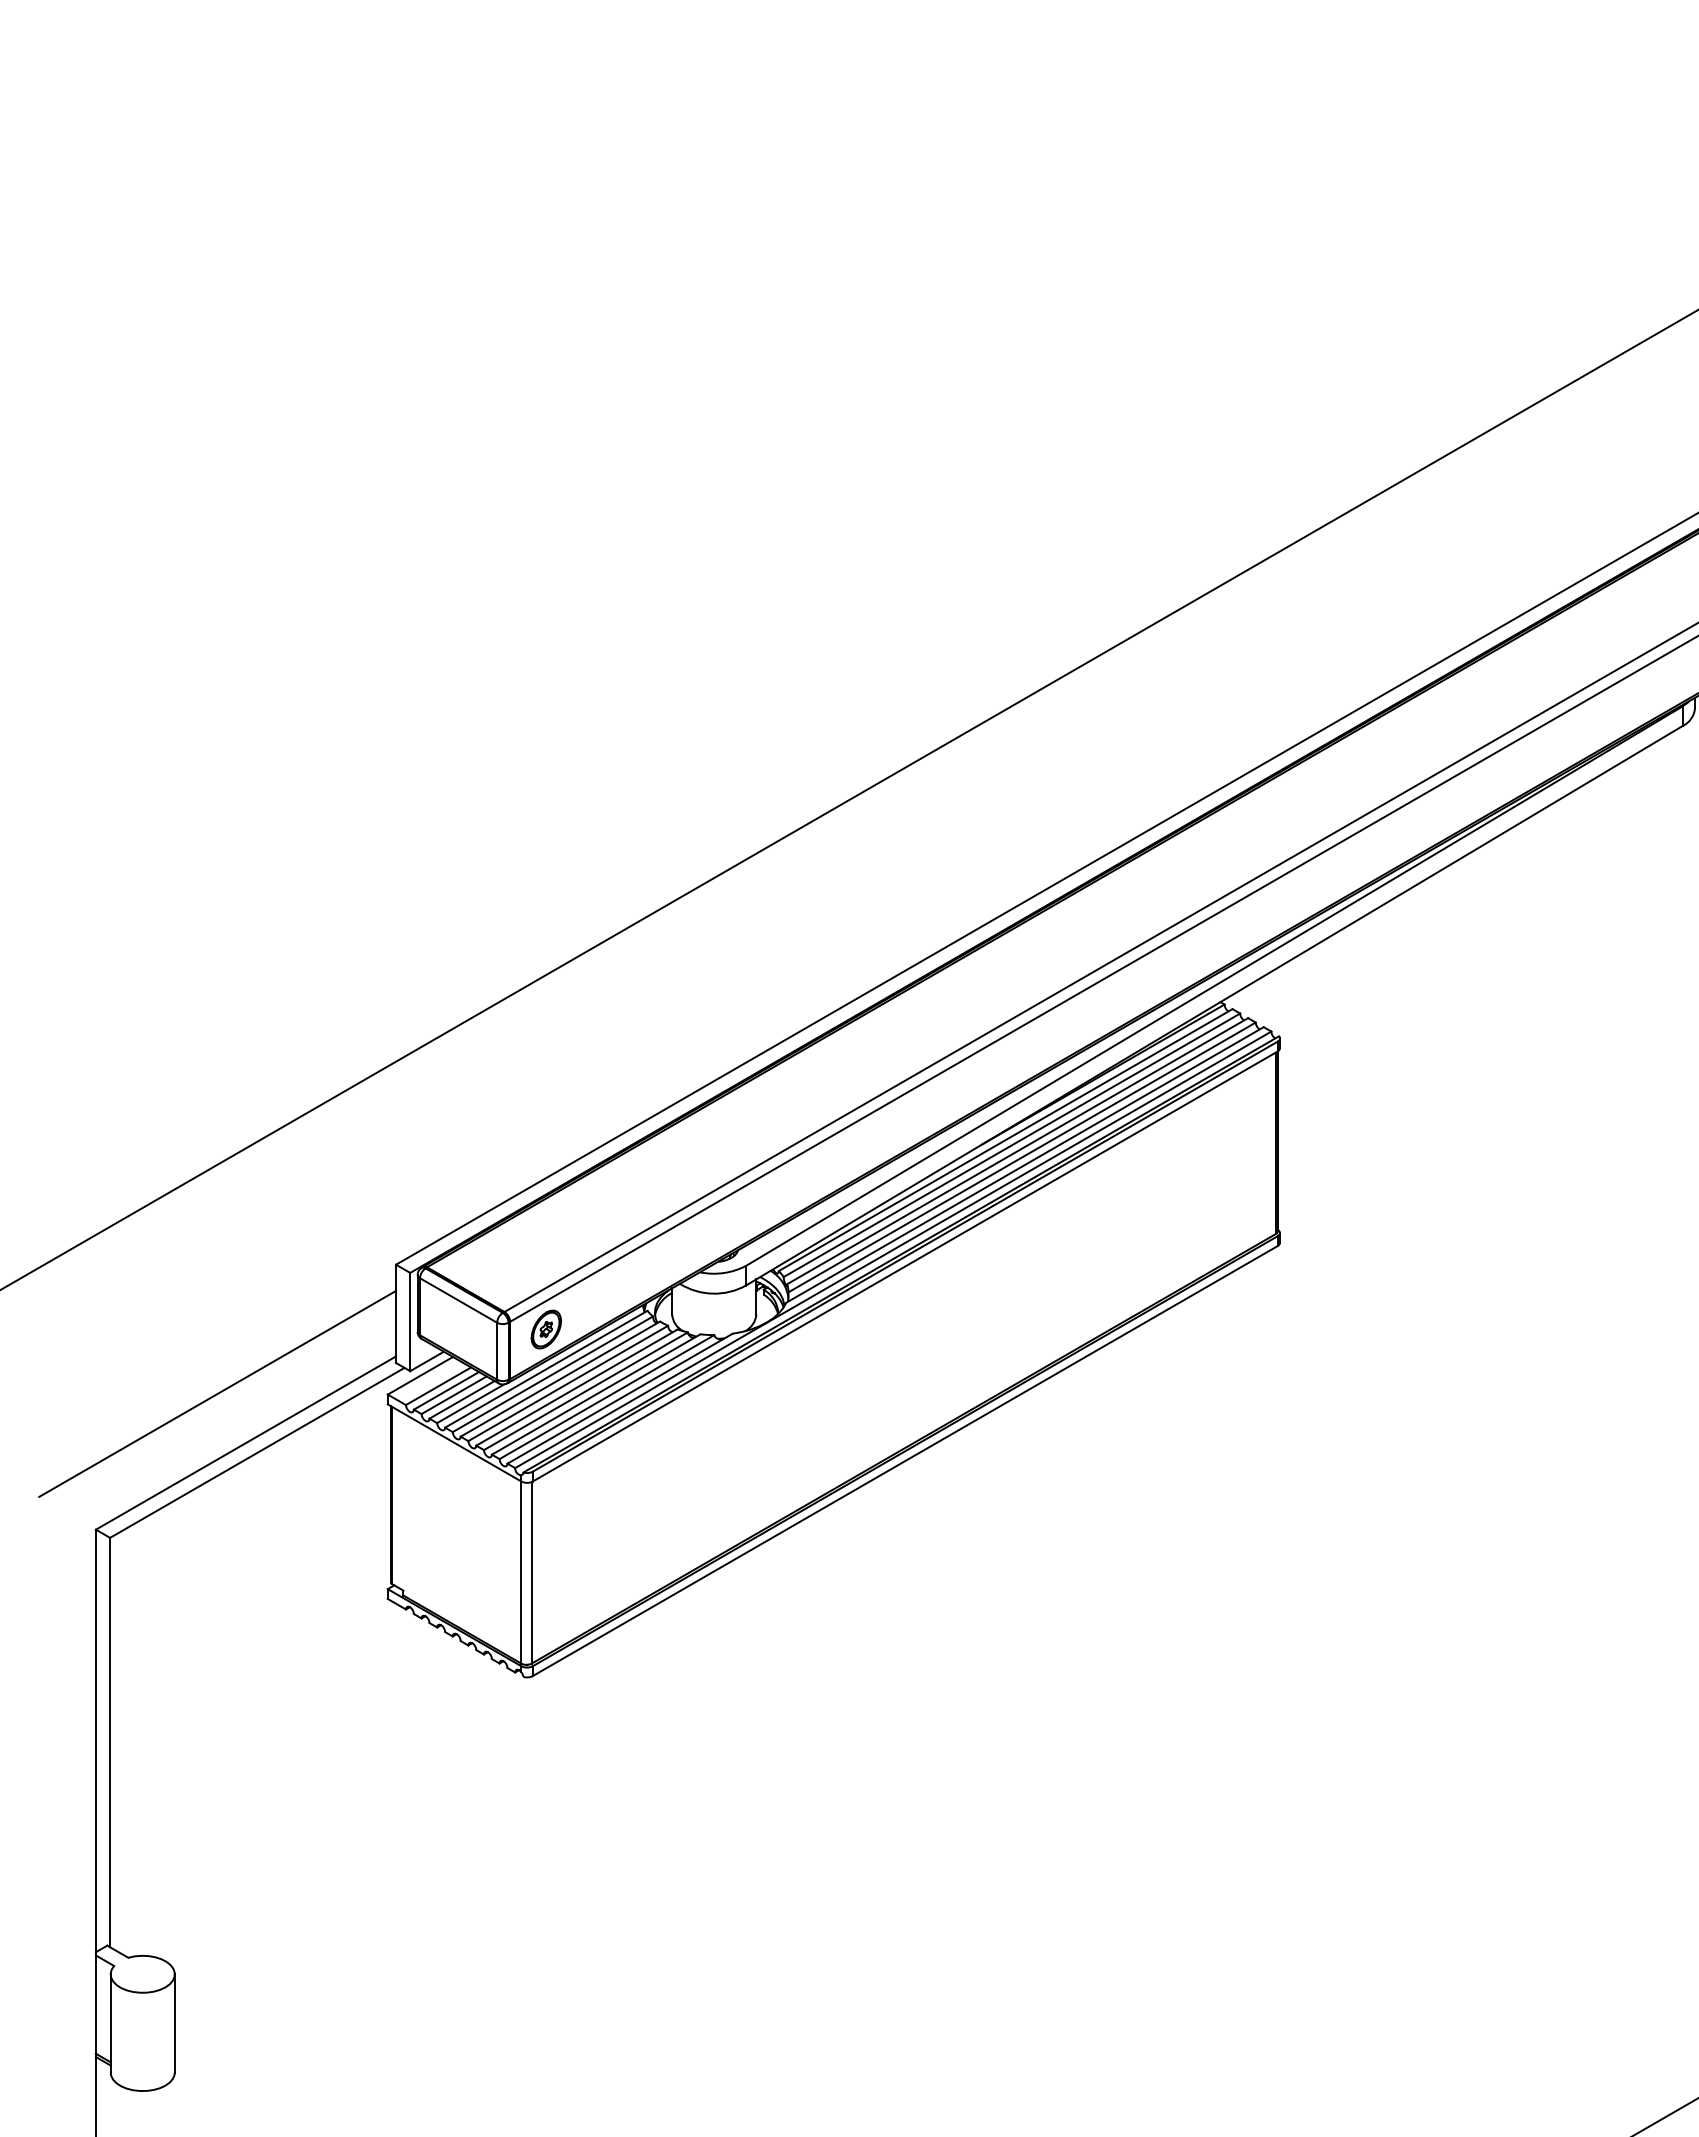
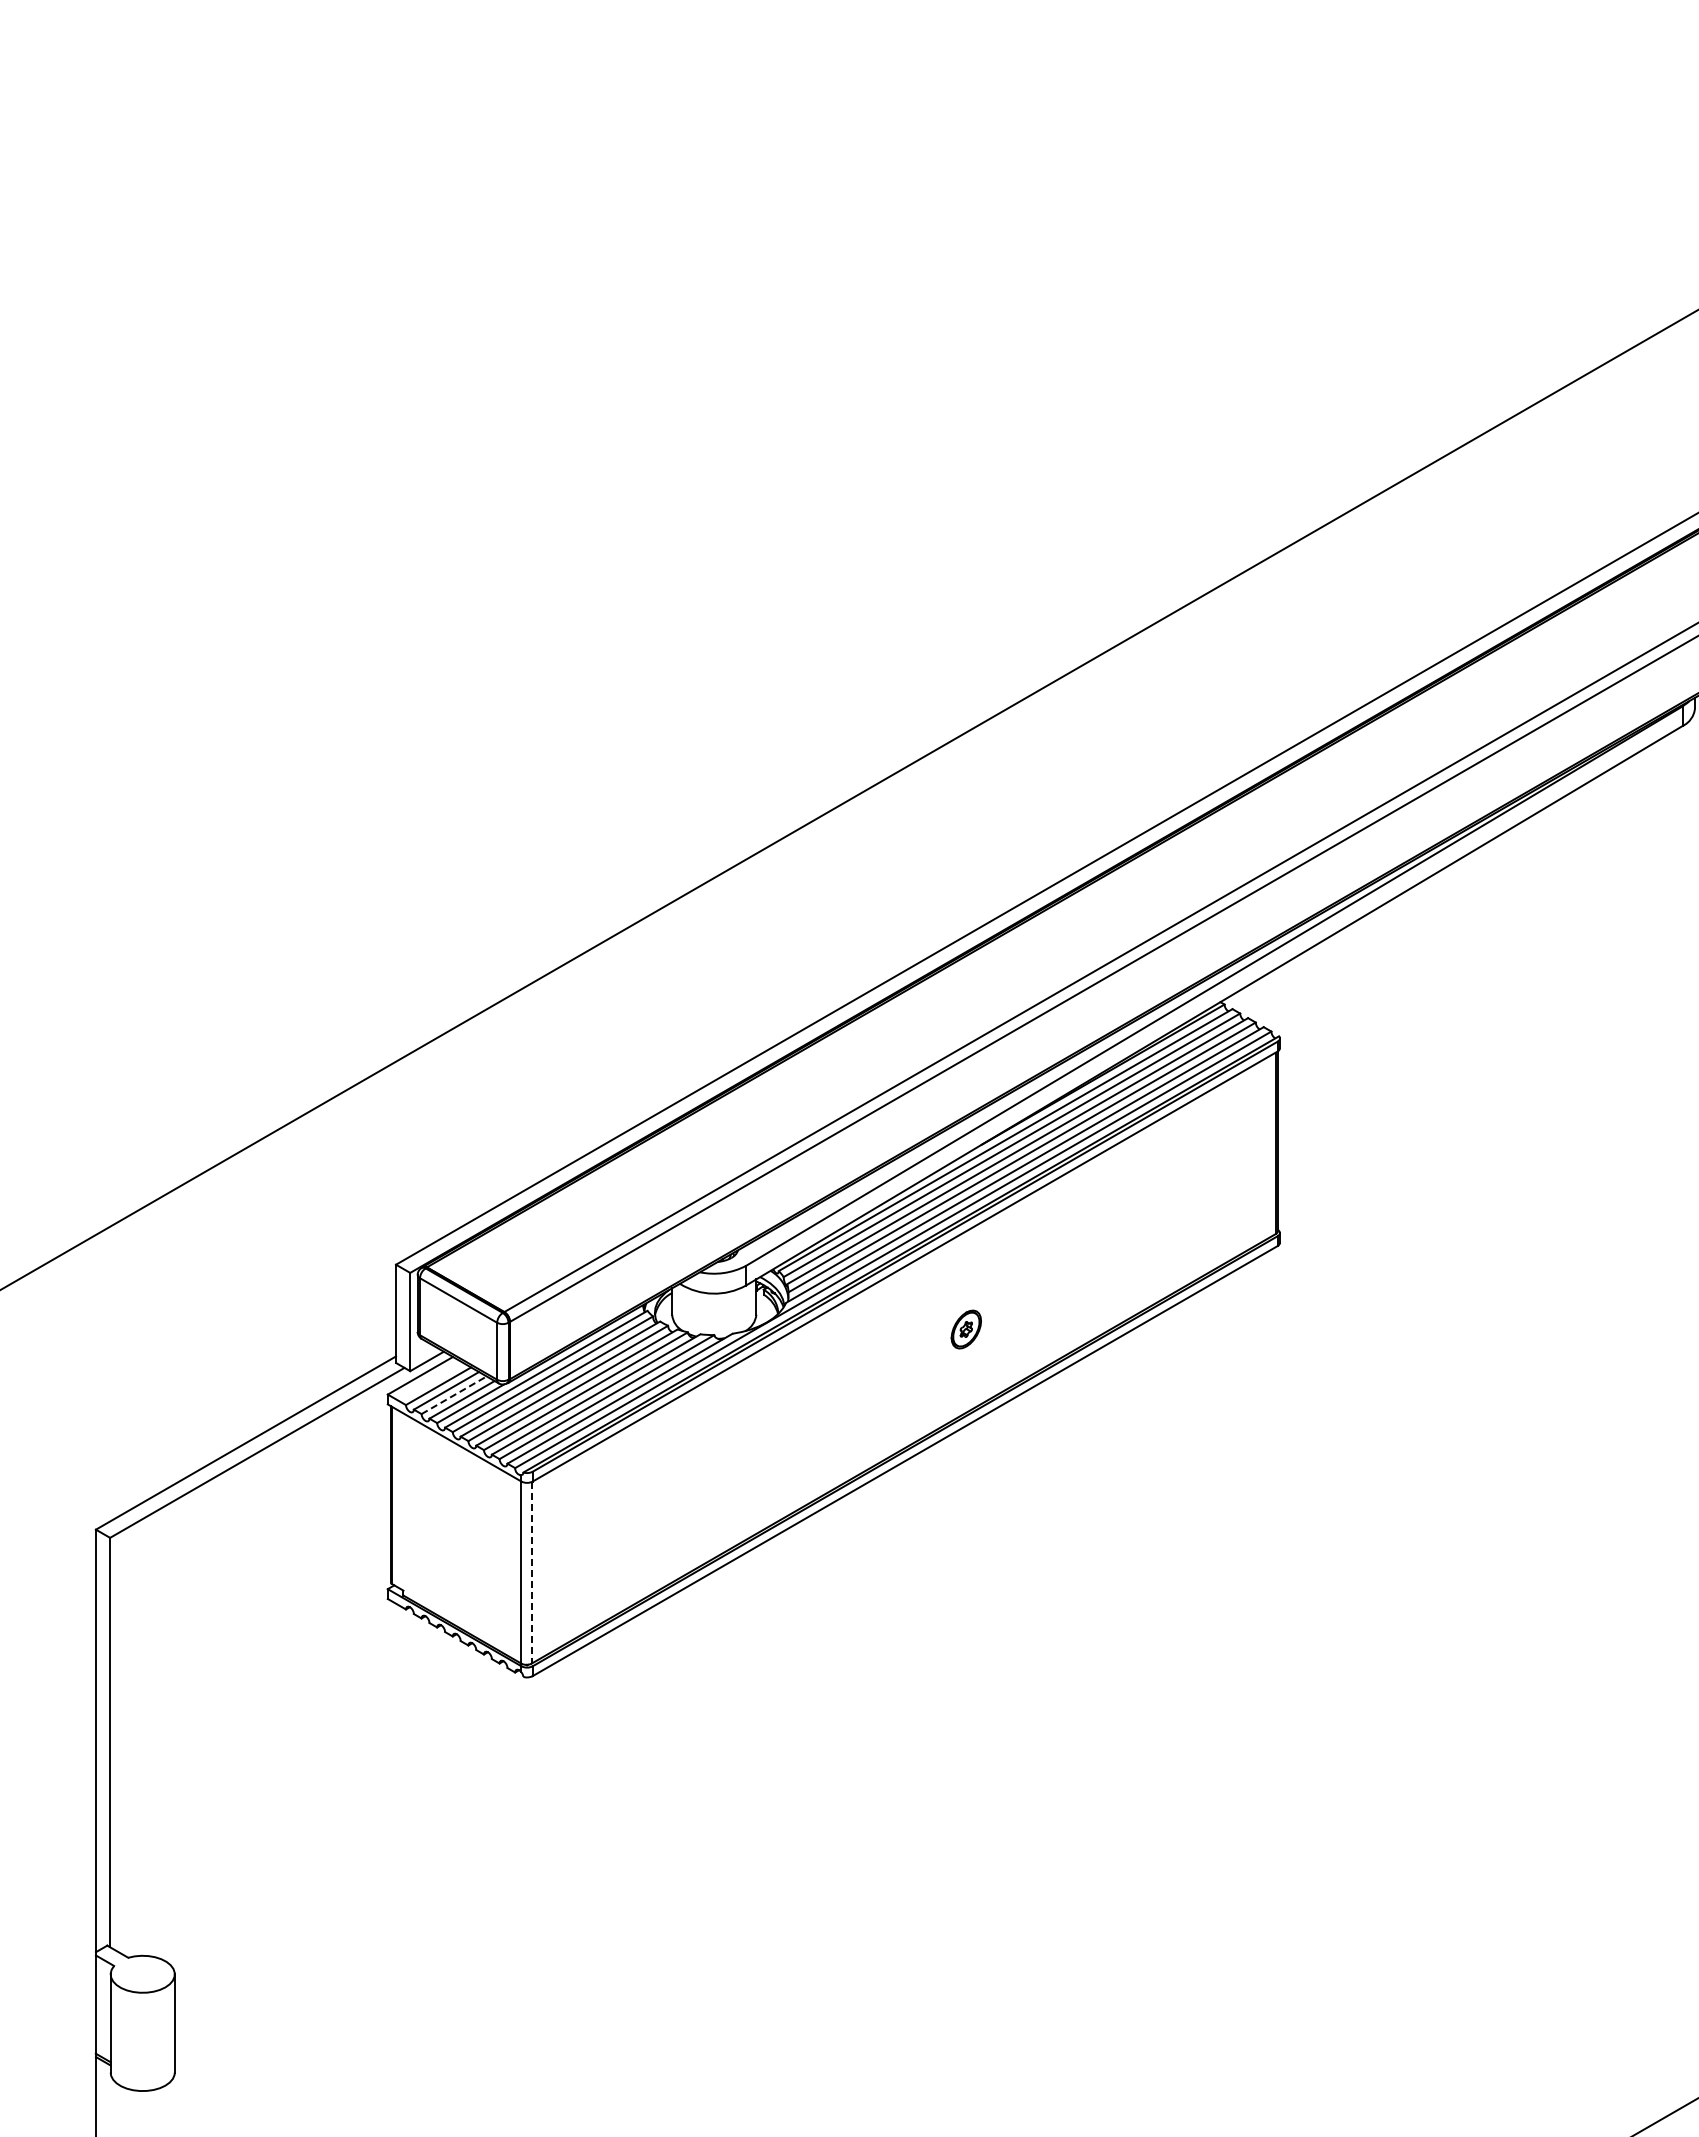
part at (545, 1329) position: (545, 1329) -> (965, 1329)
line at (217, 1393): present -> none
line at (454, 1395): solid -> dashed
line at (531, 1572): solid -> dashed
